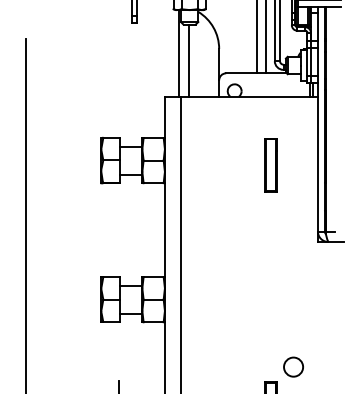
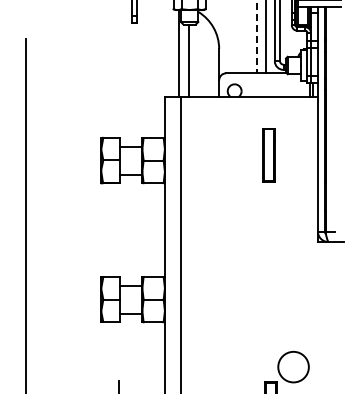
line at (257, 37): solid -> dashed
part at (270, 165) position: (270, 165) -> (268, 155)
circle at (293, 366) diameter: 19 px -> 31 px
